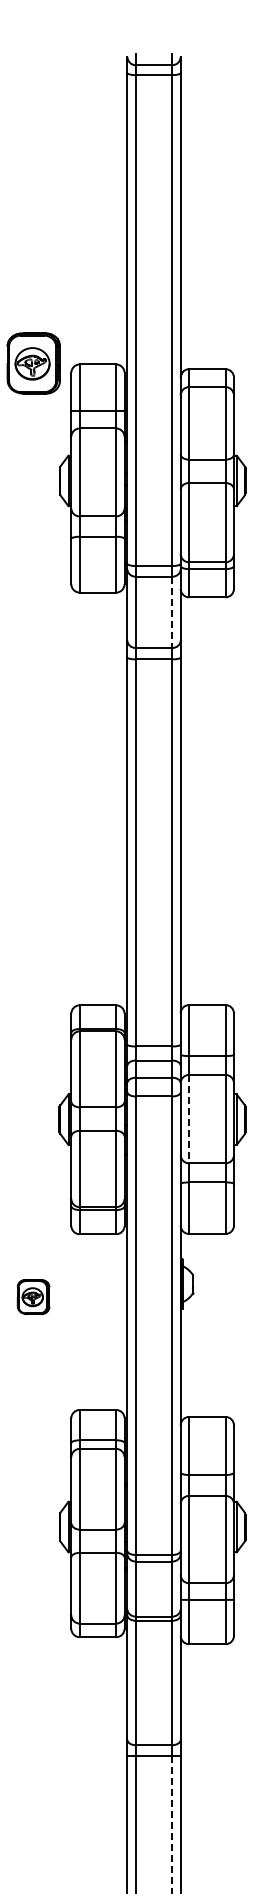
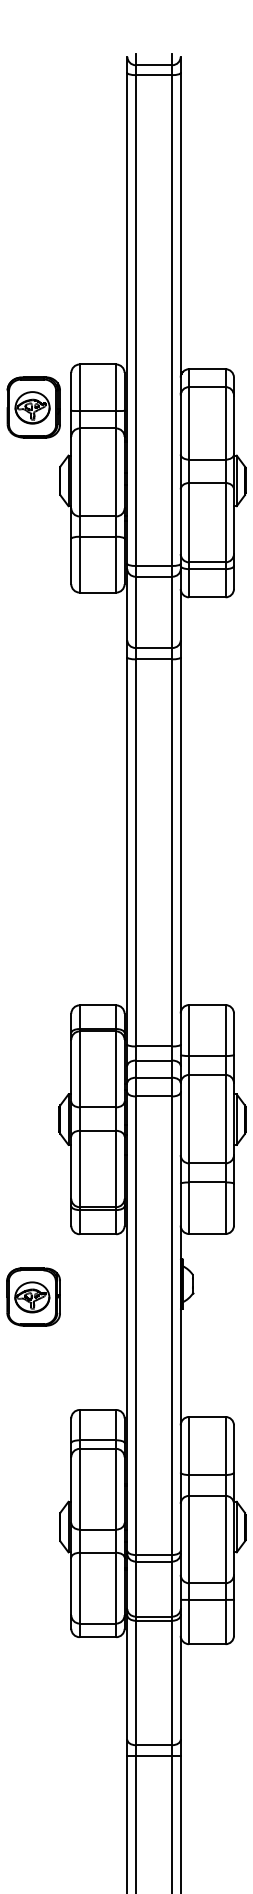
part at (33, 363) position: (33, 363) -> (33, 407)
line at (172, 612): dashed -> solid
line at (189, 1119): dashed -> solid
part at (33, 1297) size: 35x37 px -> 55x60 px
line at (172, 1824): dashed -> solid
